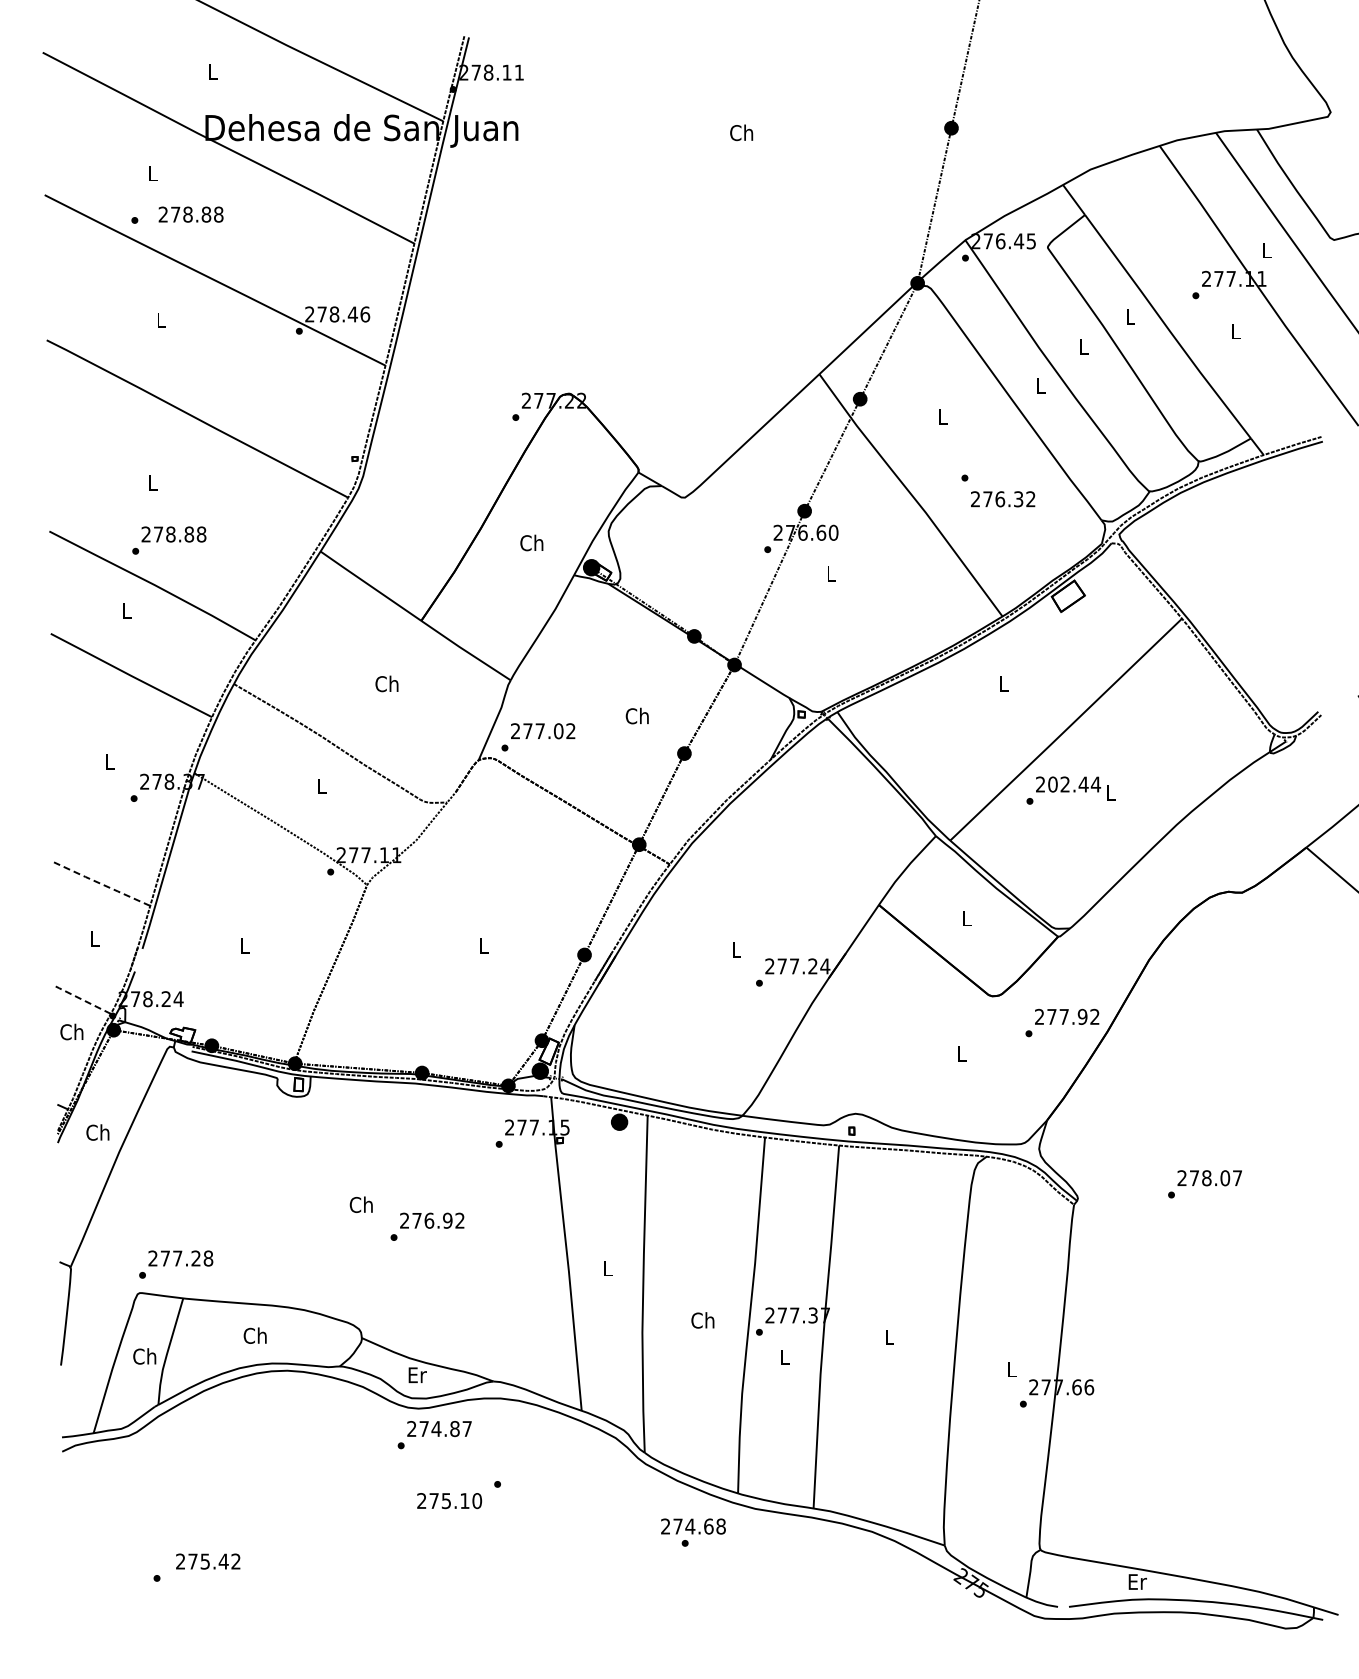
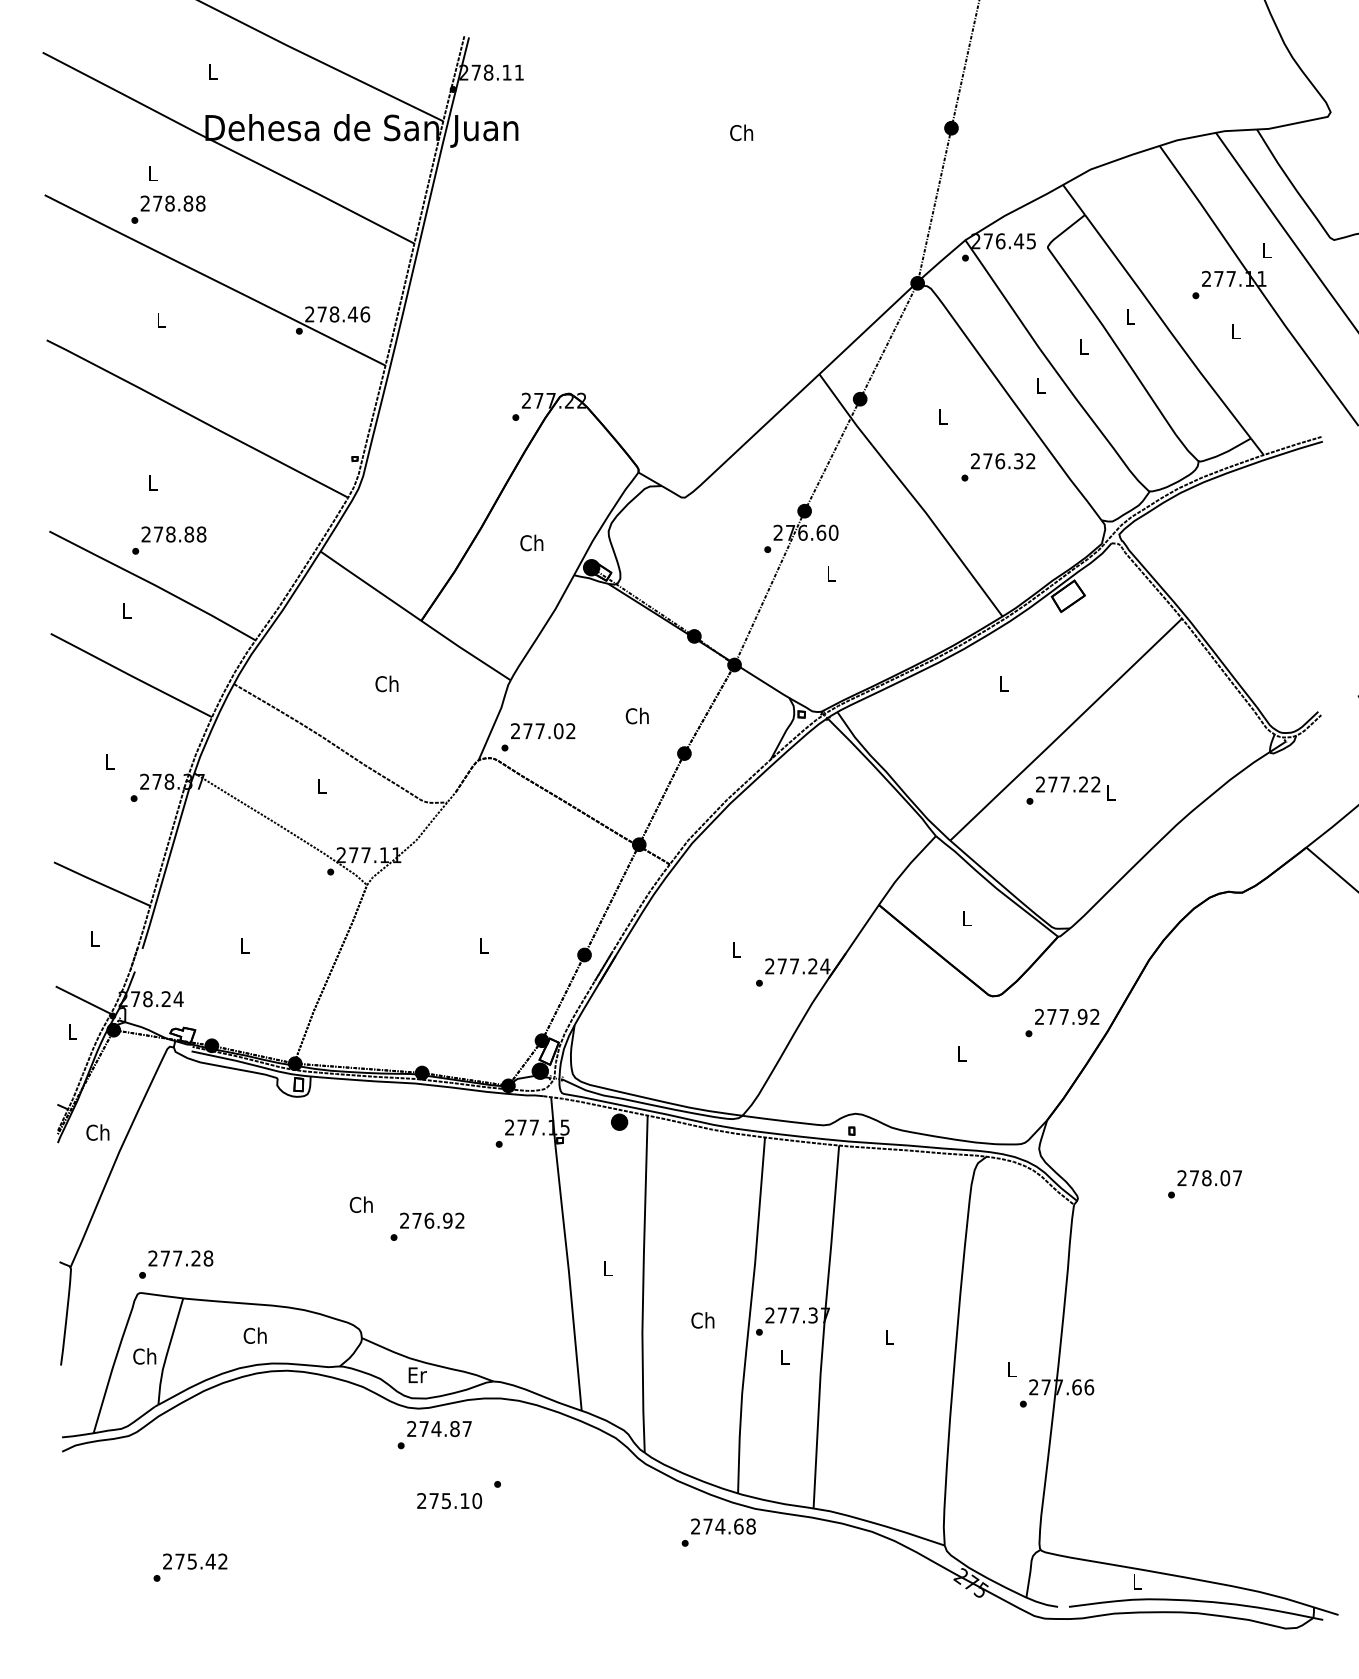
text at (190, 214) position: (190, 214) -> (172, 203)
text at (1003, 499) position: (1003, 499) -> (1003, 461)
text at (1074, 784): 202.44 -> 277.22
line at (101, 884): dashed -> solid
line at (83, 1000): dashed -> solid
text at (71, 1031): Ch -> L
text at (693, 1526) position: (693, 1526) -> (723, 1526)
text at (208, 1561) position: (208, 1561) -> (195, 1561)
text at (1137, 1581): Er -> L
